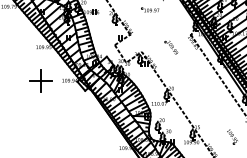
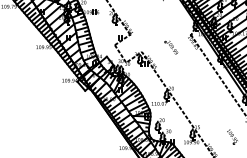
part at (150, 9): present -> none
part at (40, 80): present -> none
